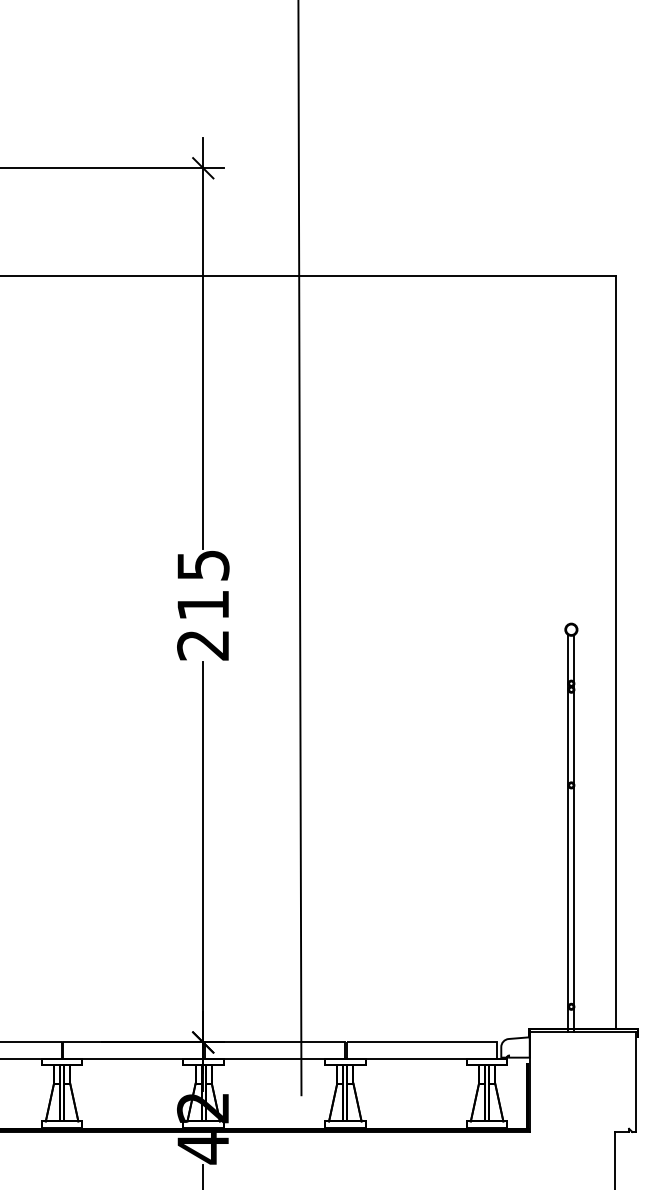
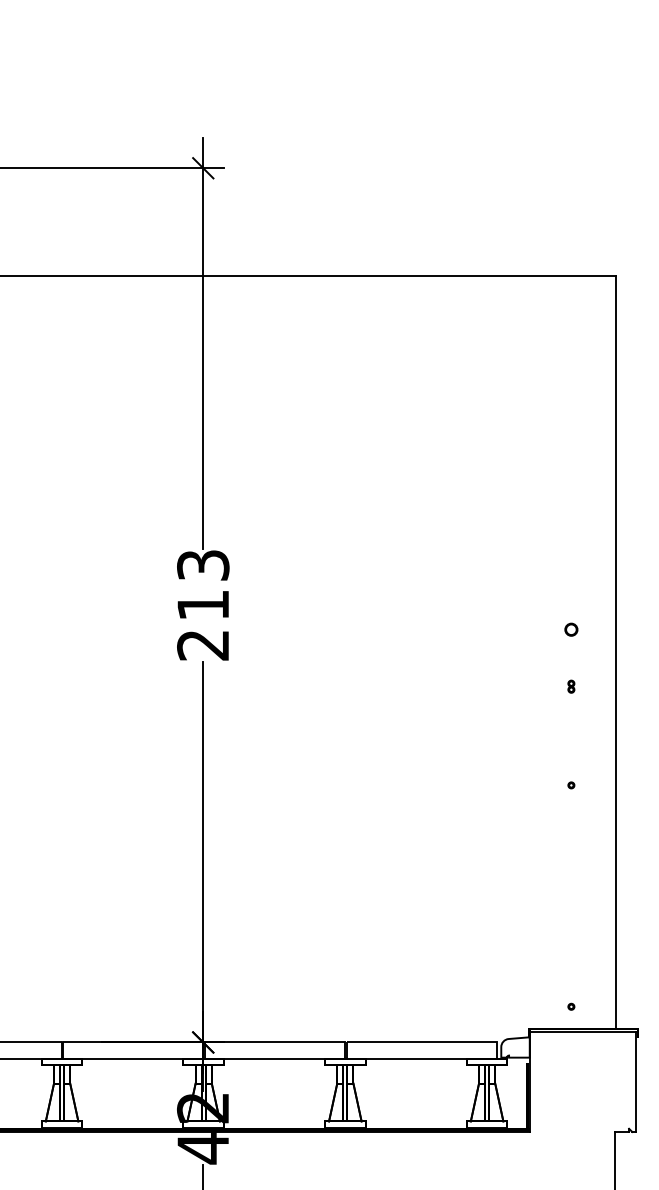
line at (299, 548): present -> none
text at (202, 565): 215 -> 213
line at (568, 833): present -> none
line at (574, 833): present -> none
